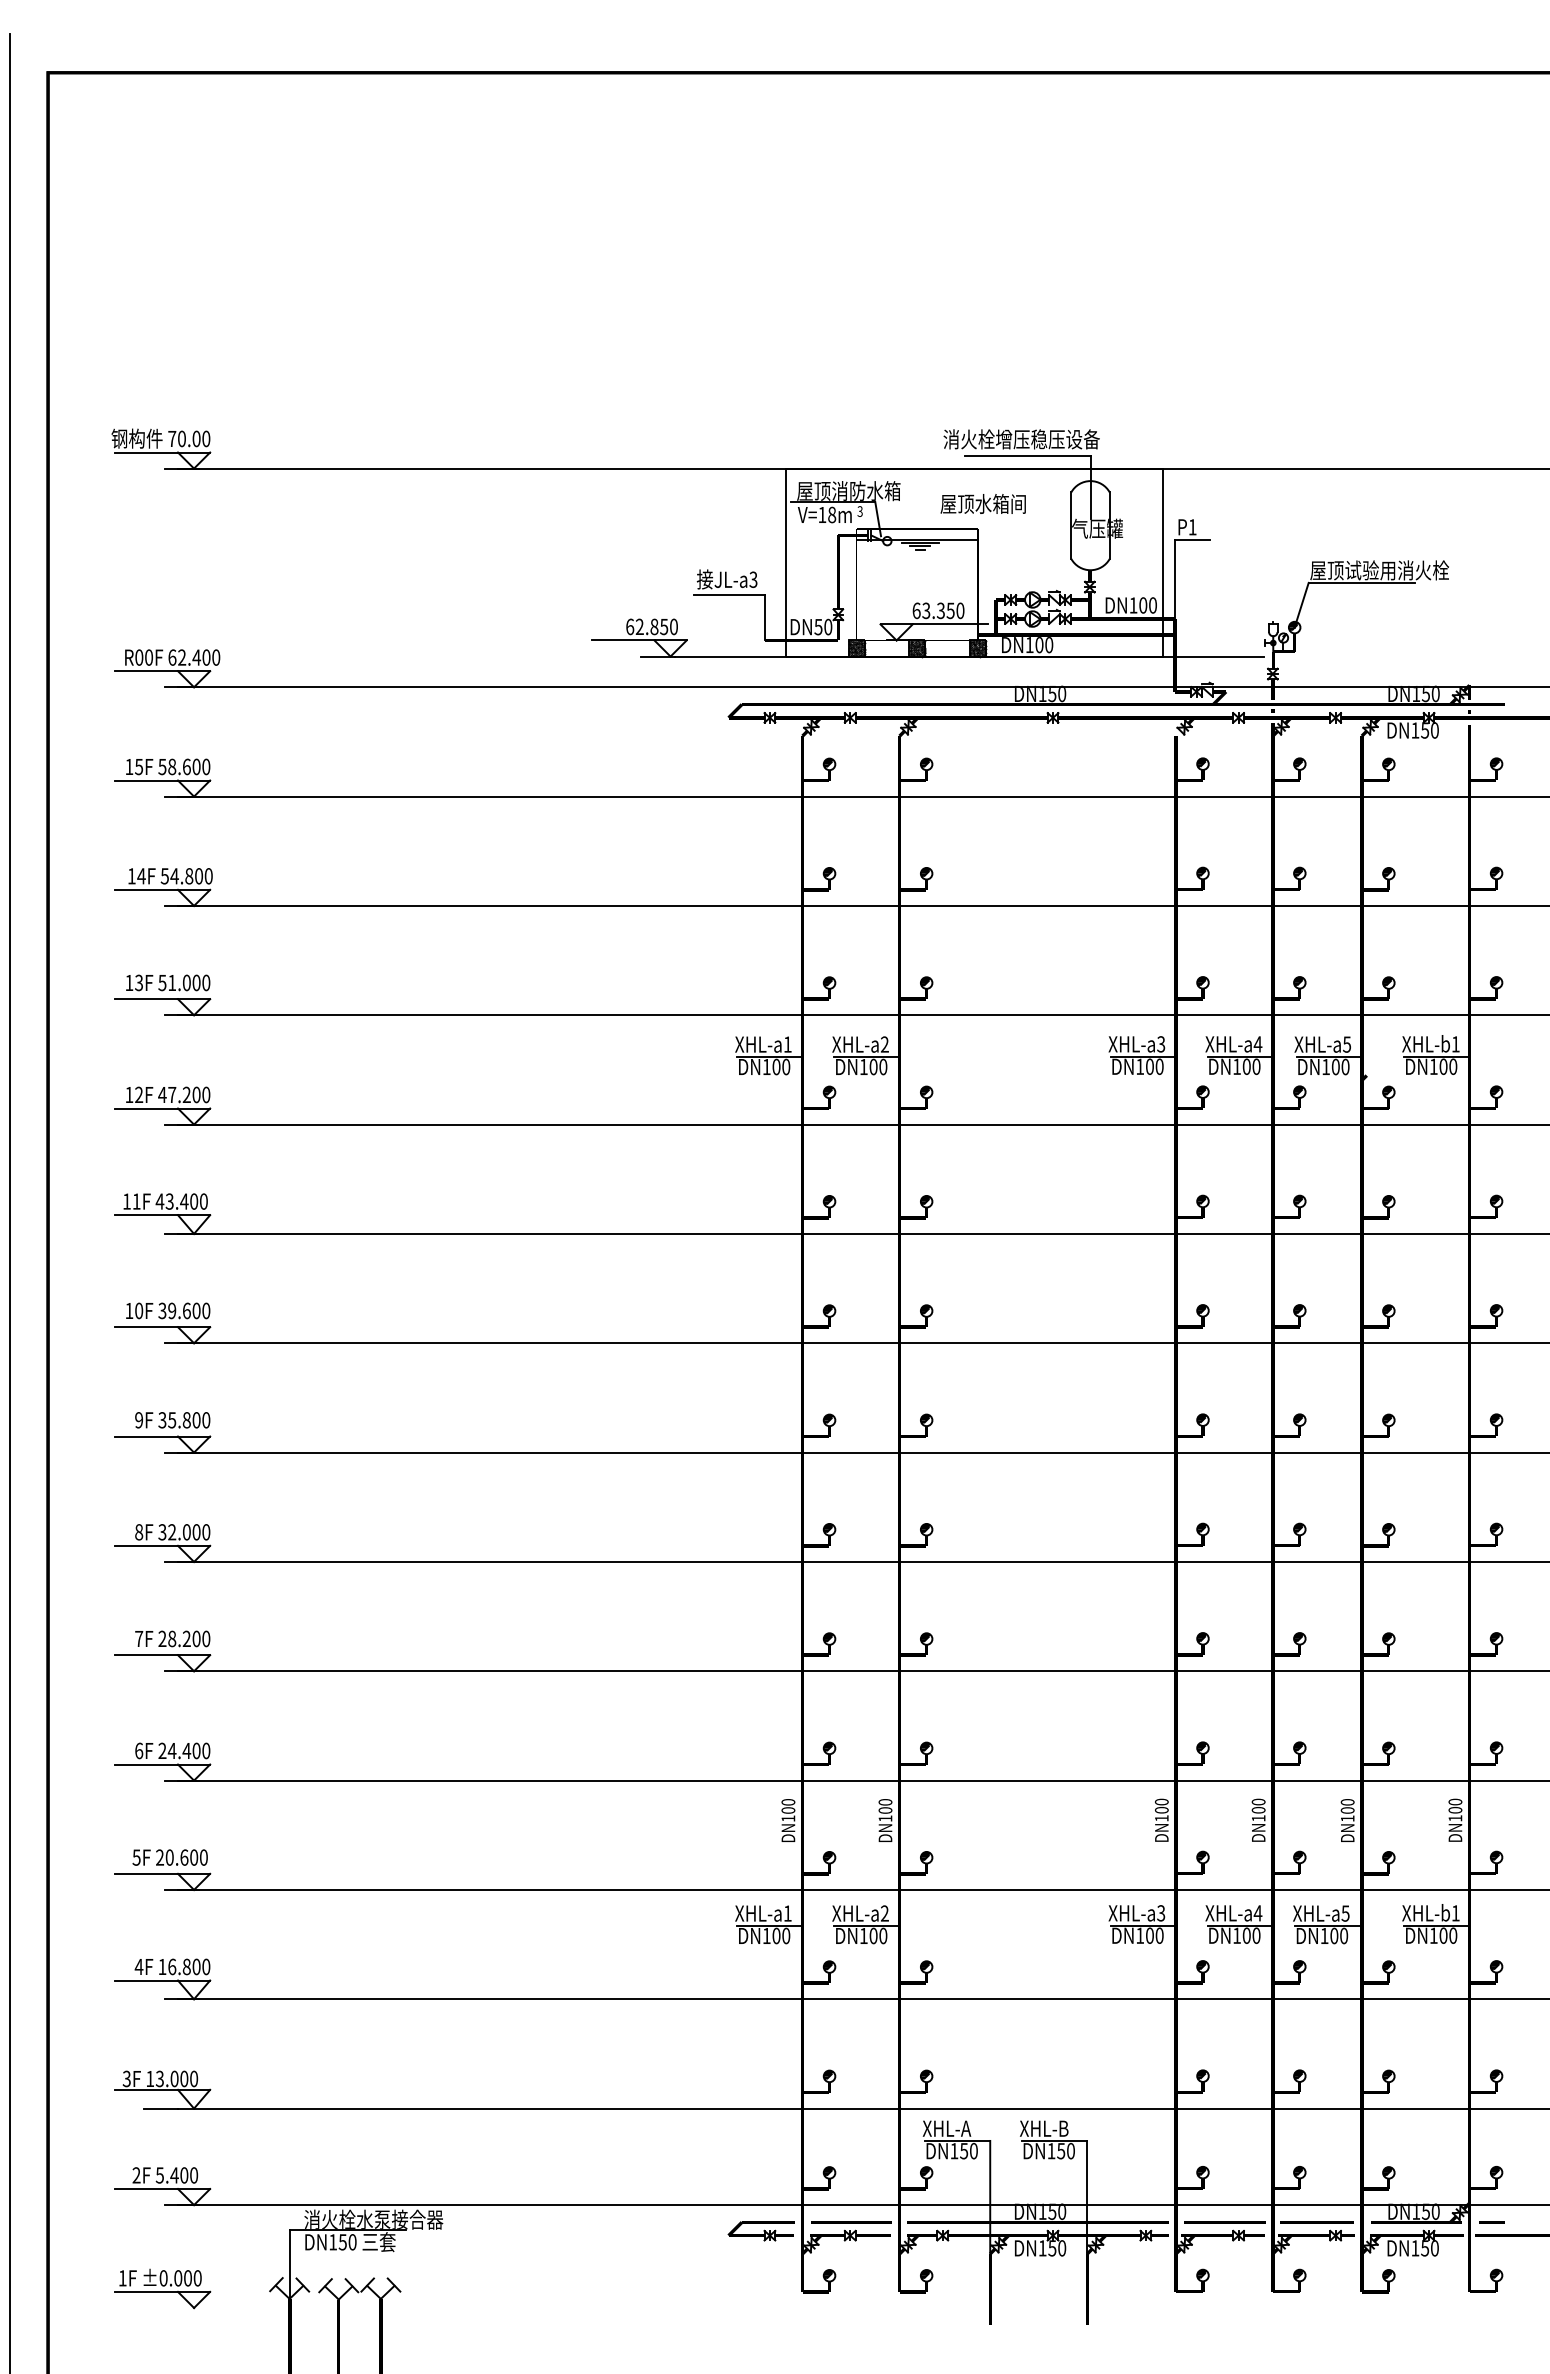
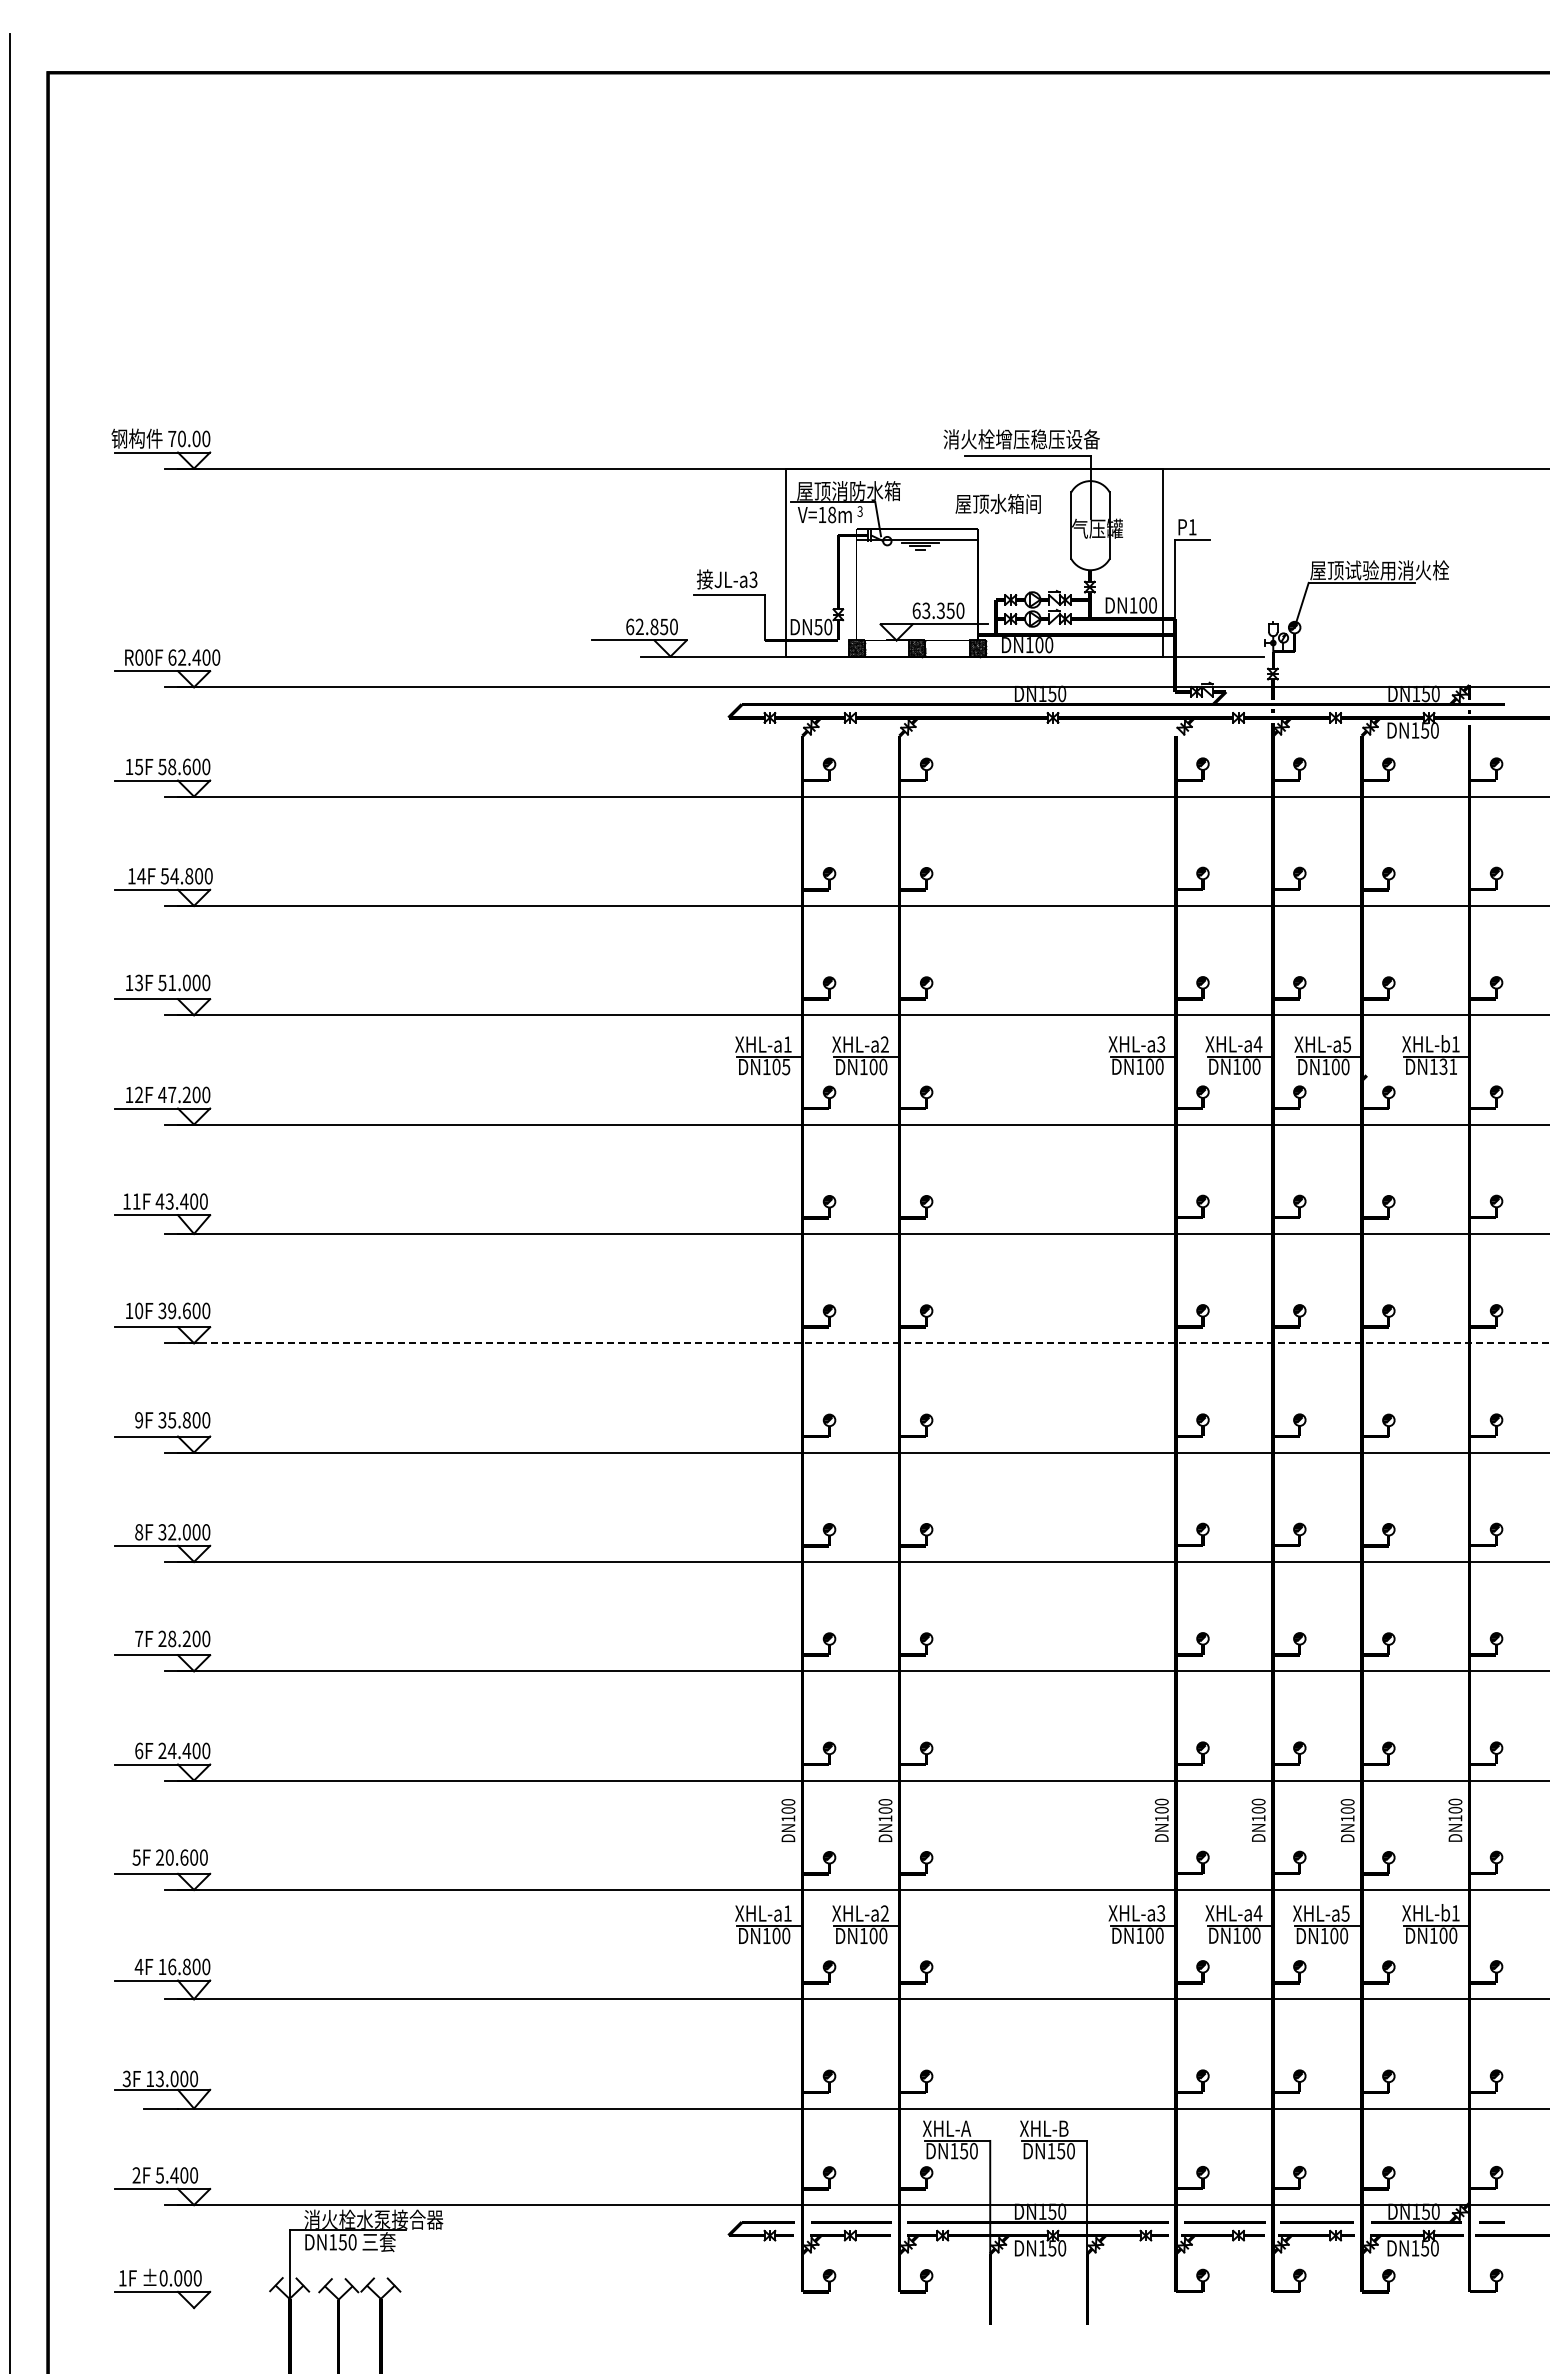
text at (982, 503) position: (982, 503) -> (997, 503)
text at (786, 1066): DN100 -> DN105
text at (1448, 1066): DN100 -> DN131
line at (863, 1343): solid -> dashed
